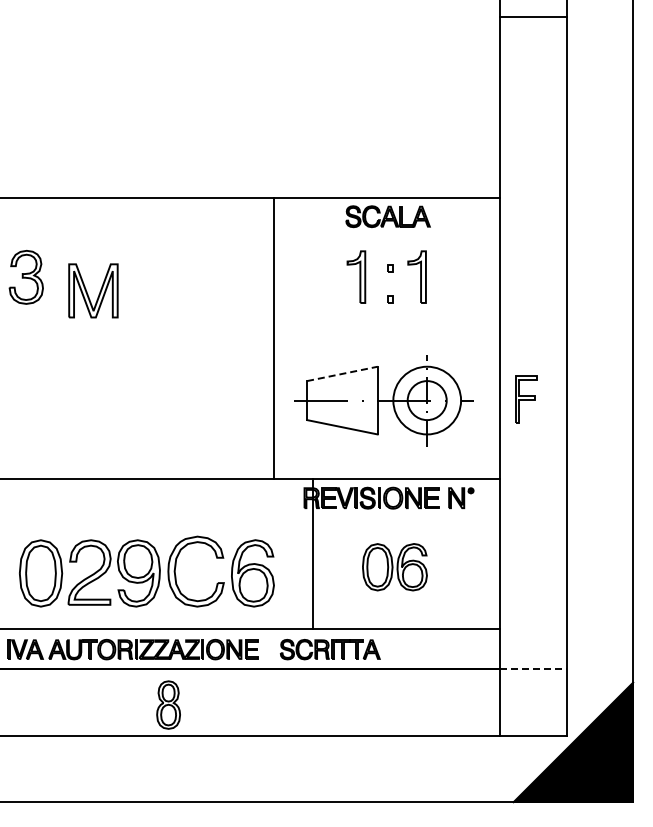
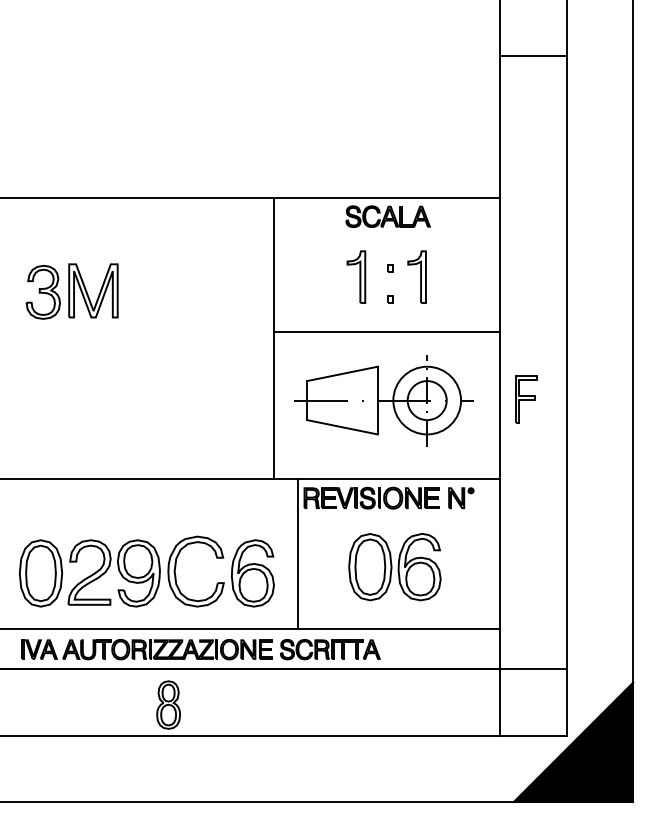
line at (533, 16) position: (533, 16) -> (533, 55)
part at (25, 277) position: (25, 277) -> (42, 292)
line at (387, 332): none -> present
line at (342, 373): dashed -> solid
line at (313, 554) position: (313, 554) -> (298, 554)
part at (394, 567) size: 66x49 px -> 94x69 px
part at (132, 649) position: (132, 649) -> (146, 649)
line at (534, 669): dashed -> solid
